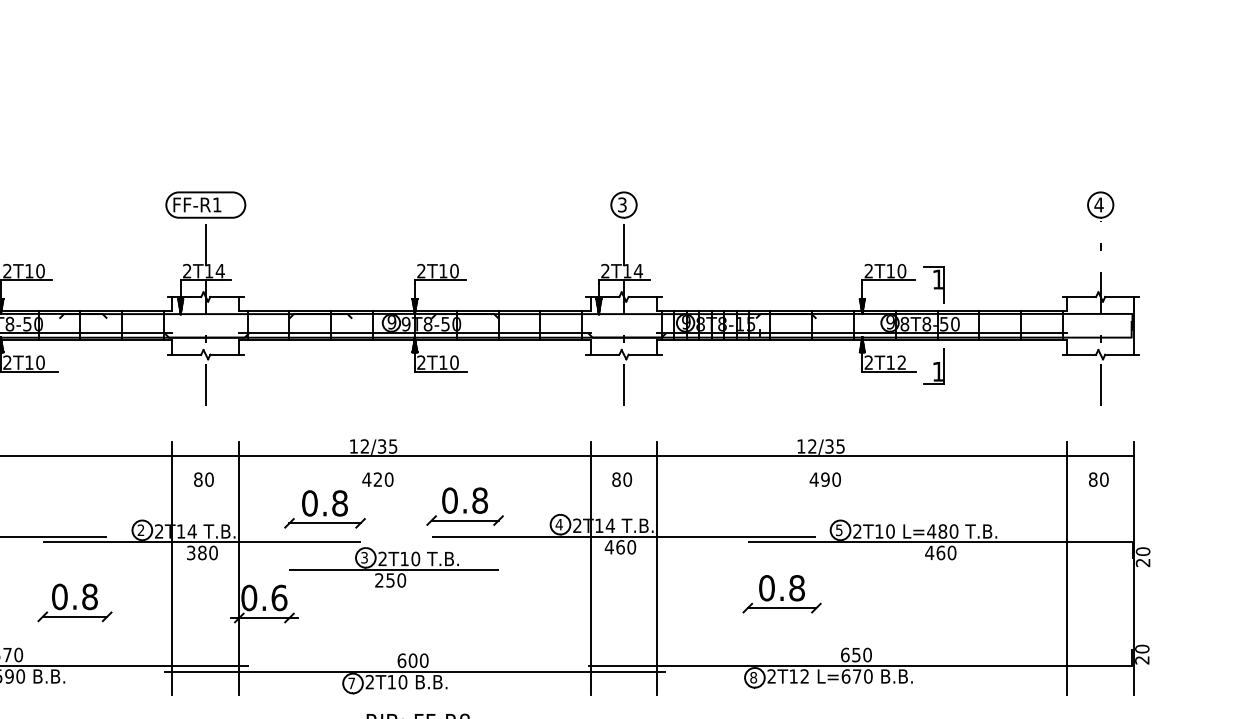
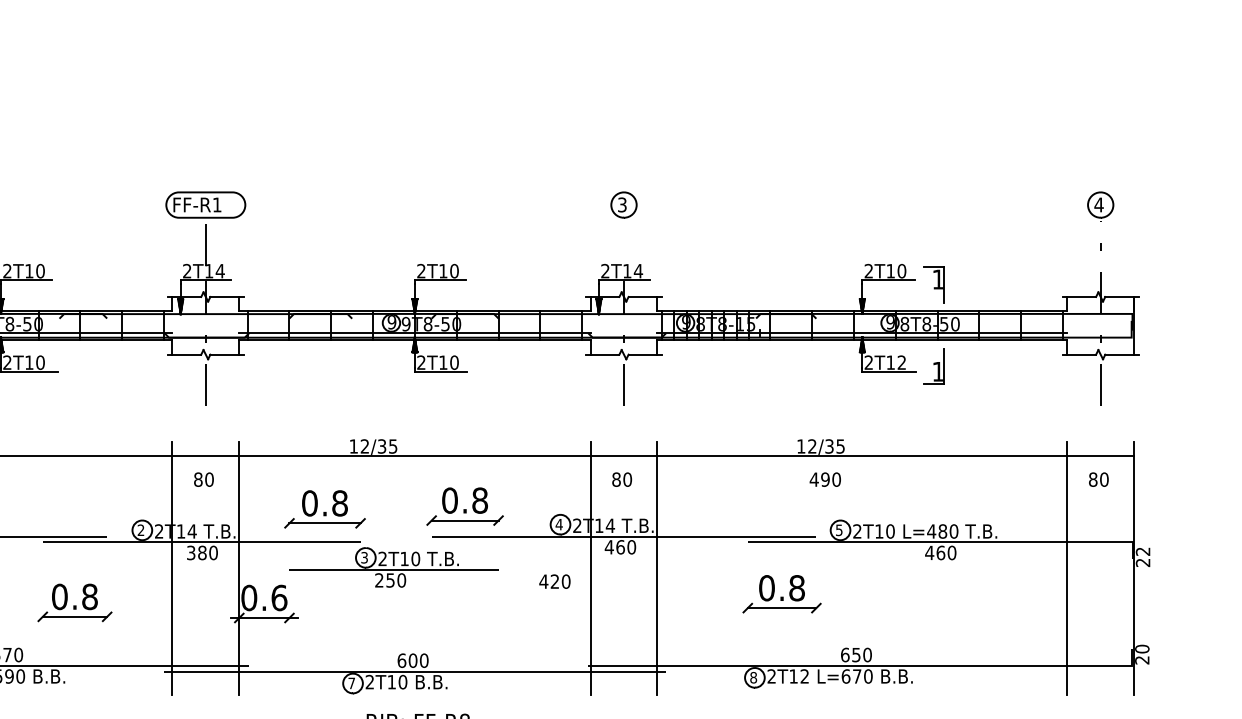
line at (624, 242): present -> none
text at (377, 479) position: (377, 479) -> (554, 581)
text at (1143, 551): 20 -> 22
